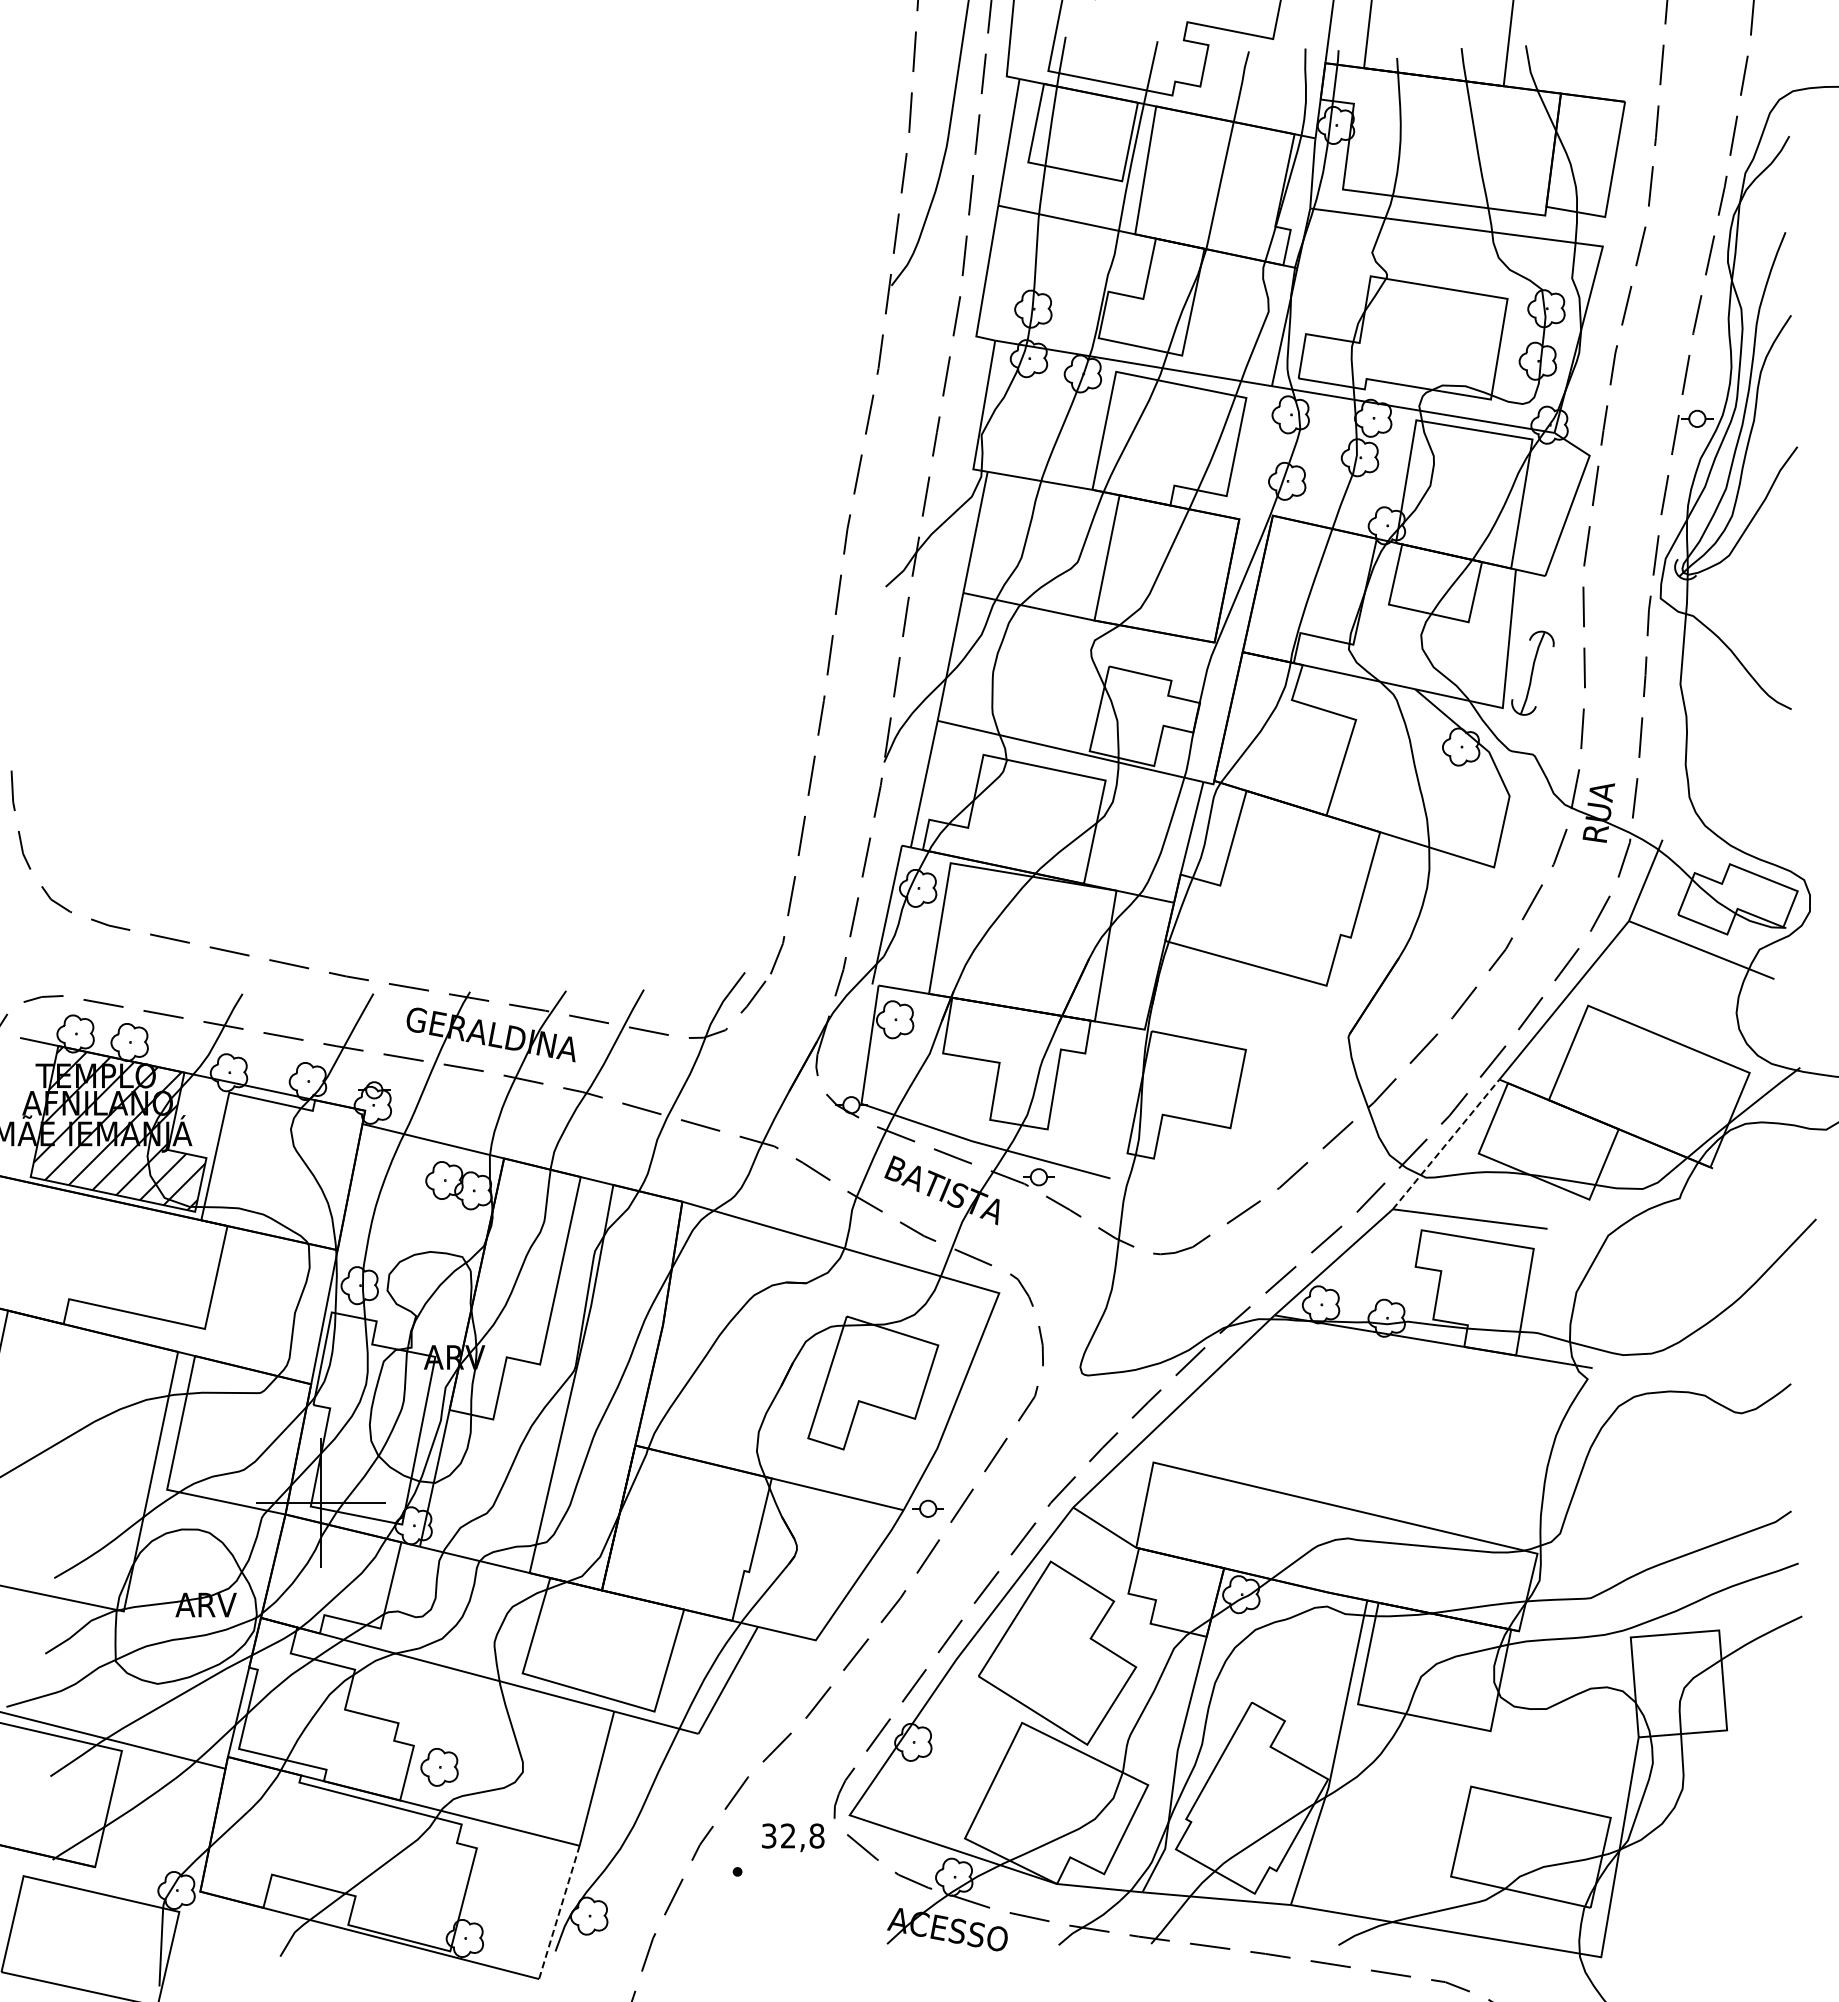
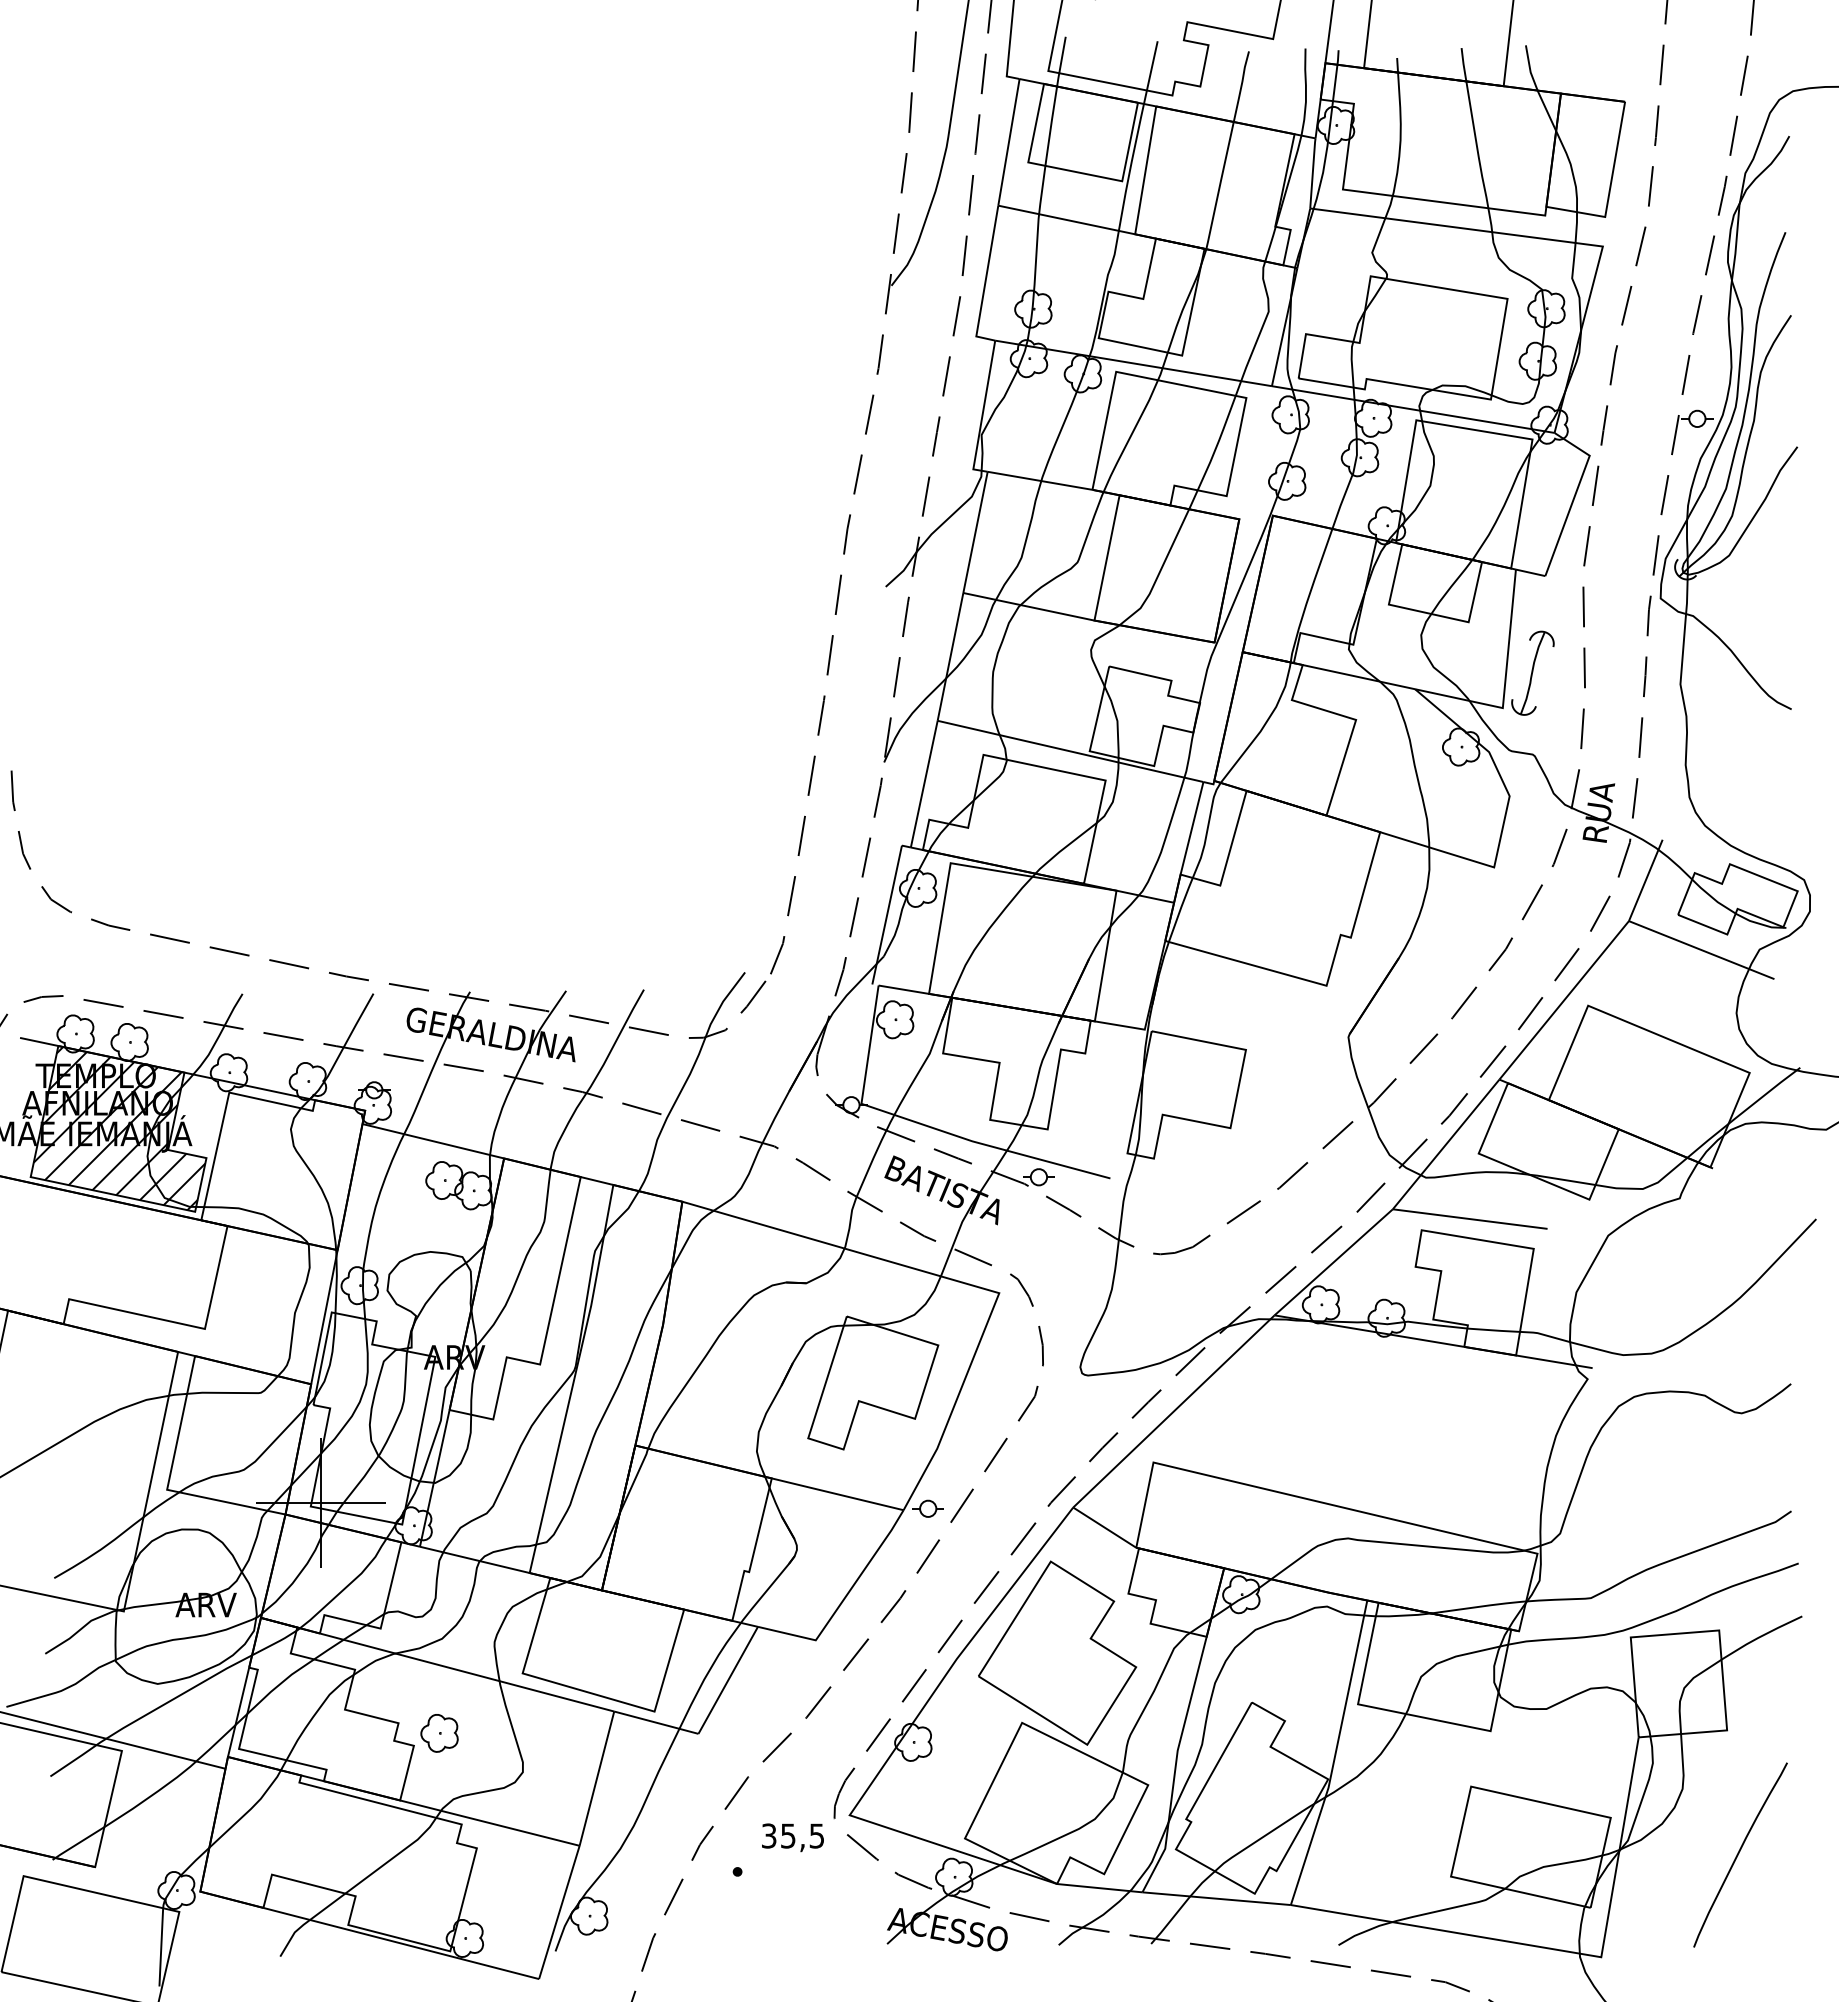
line at (1446, 1144): dashed -> solid
part at (439, 1767) position: (439, 1767) -> (439, 1733)
text at (802, 1835): 32,8 -> 35,5
curve at (1739, 1853): none -> present
line at (559, 1912): dashed -> solid
